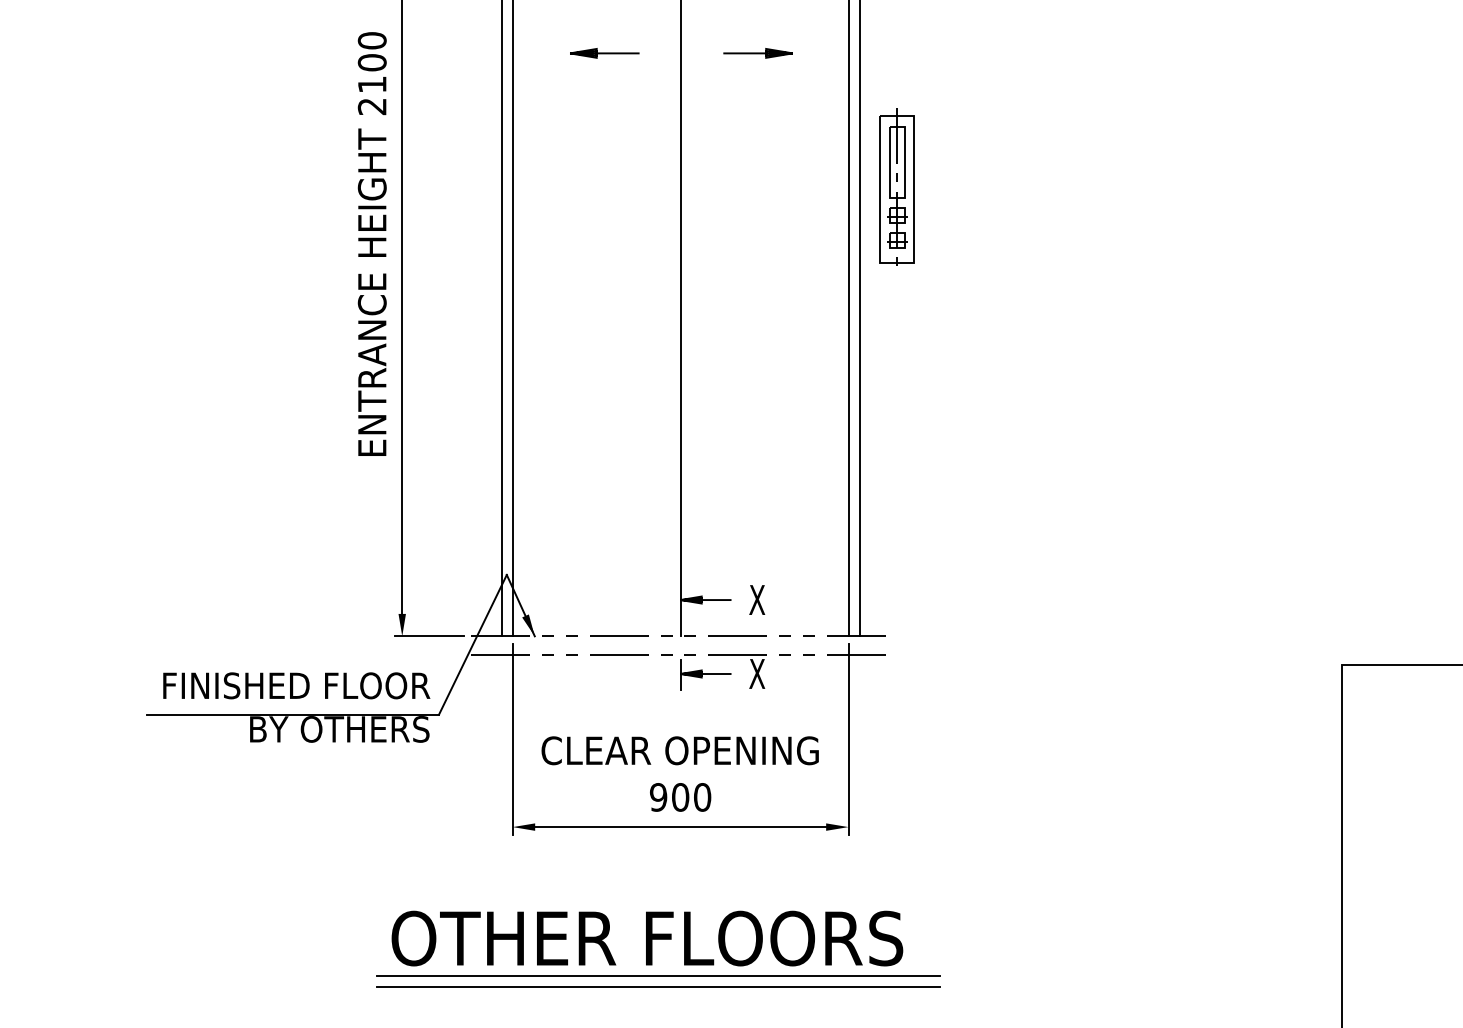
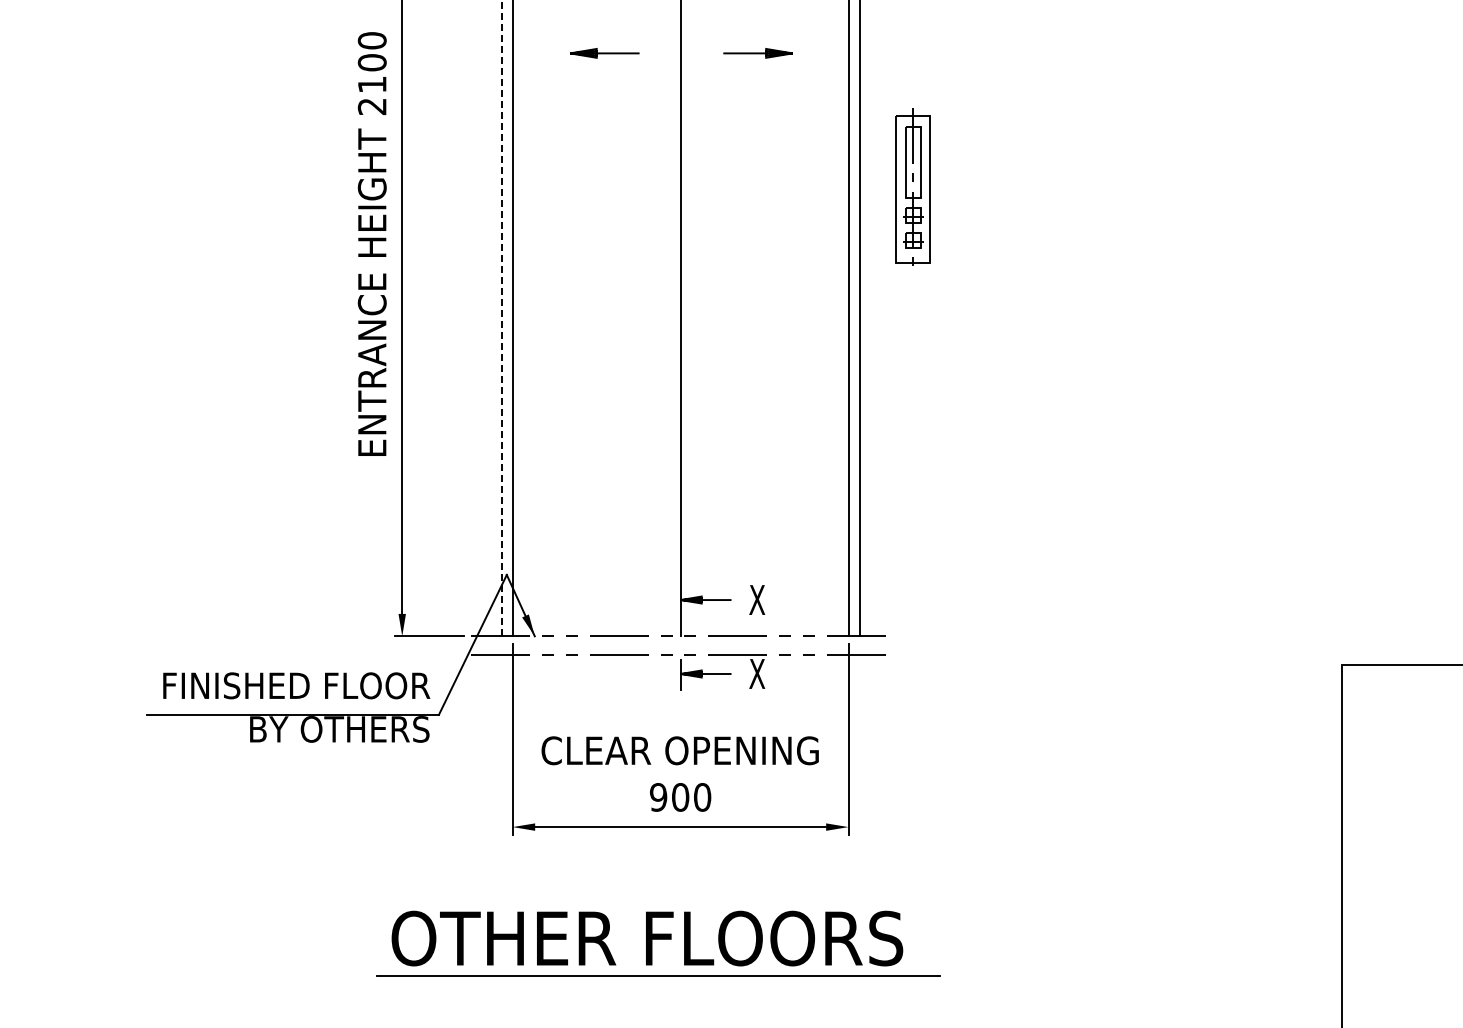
part at (896, 186) position: (896, 186) -> (912, 186)
line at (501, 318): solid -> dashed
line at (658, 986): present -> none
